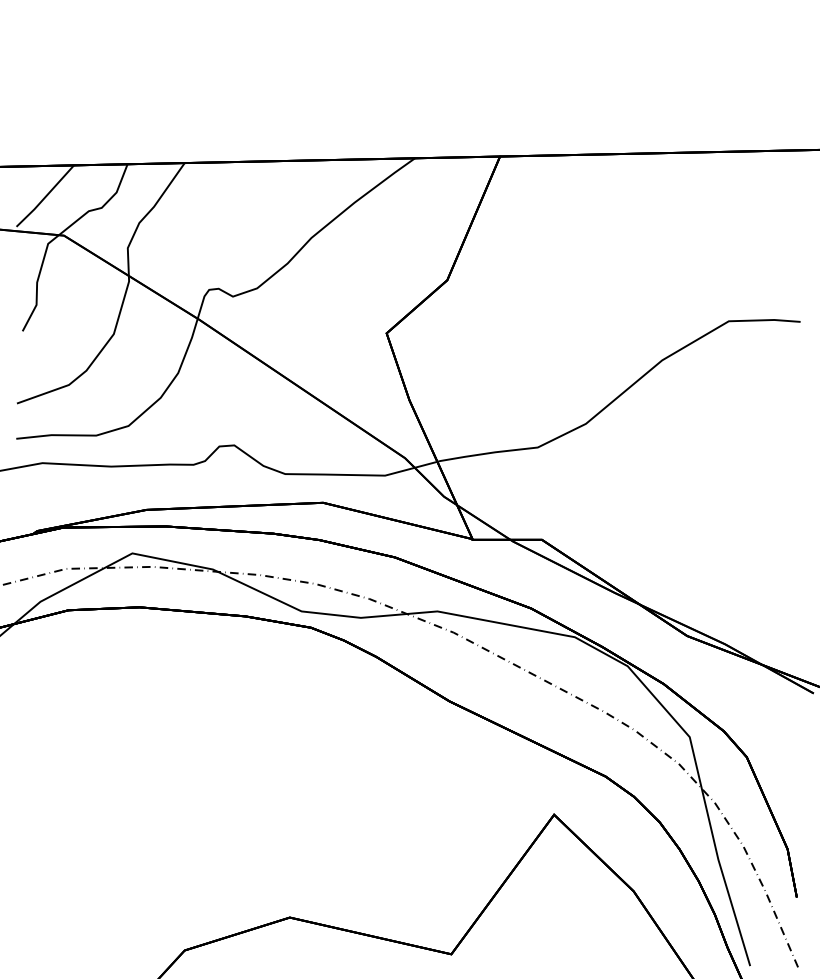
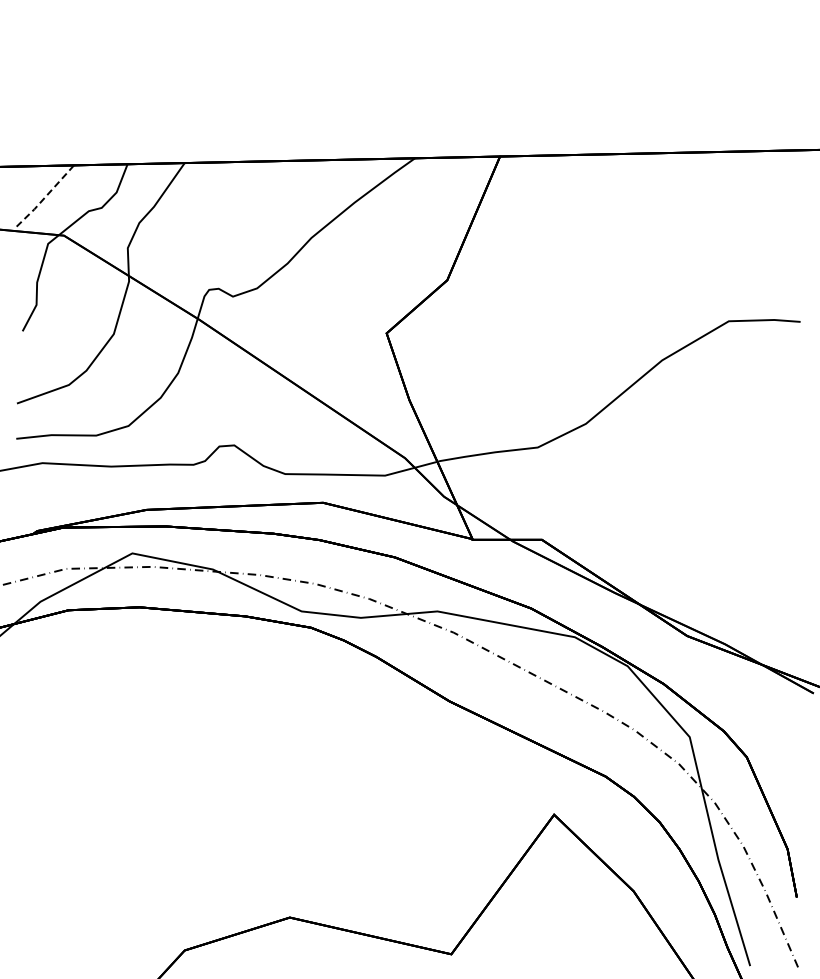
line at (44, 198): solid -> dashed
